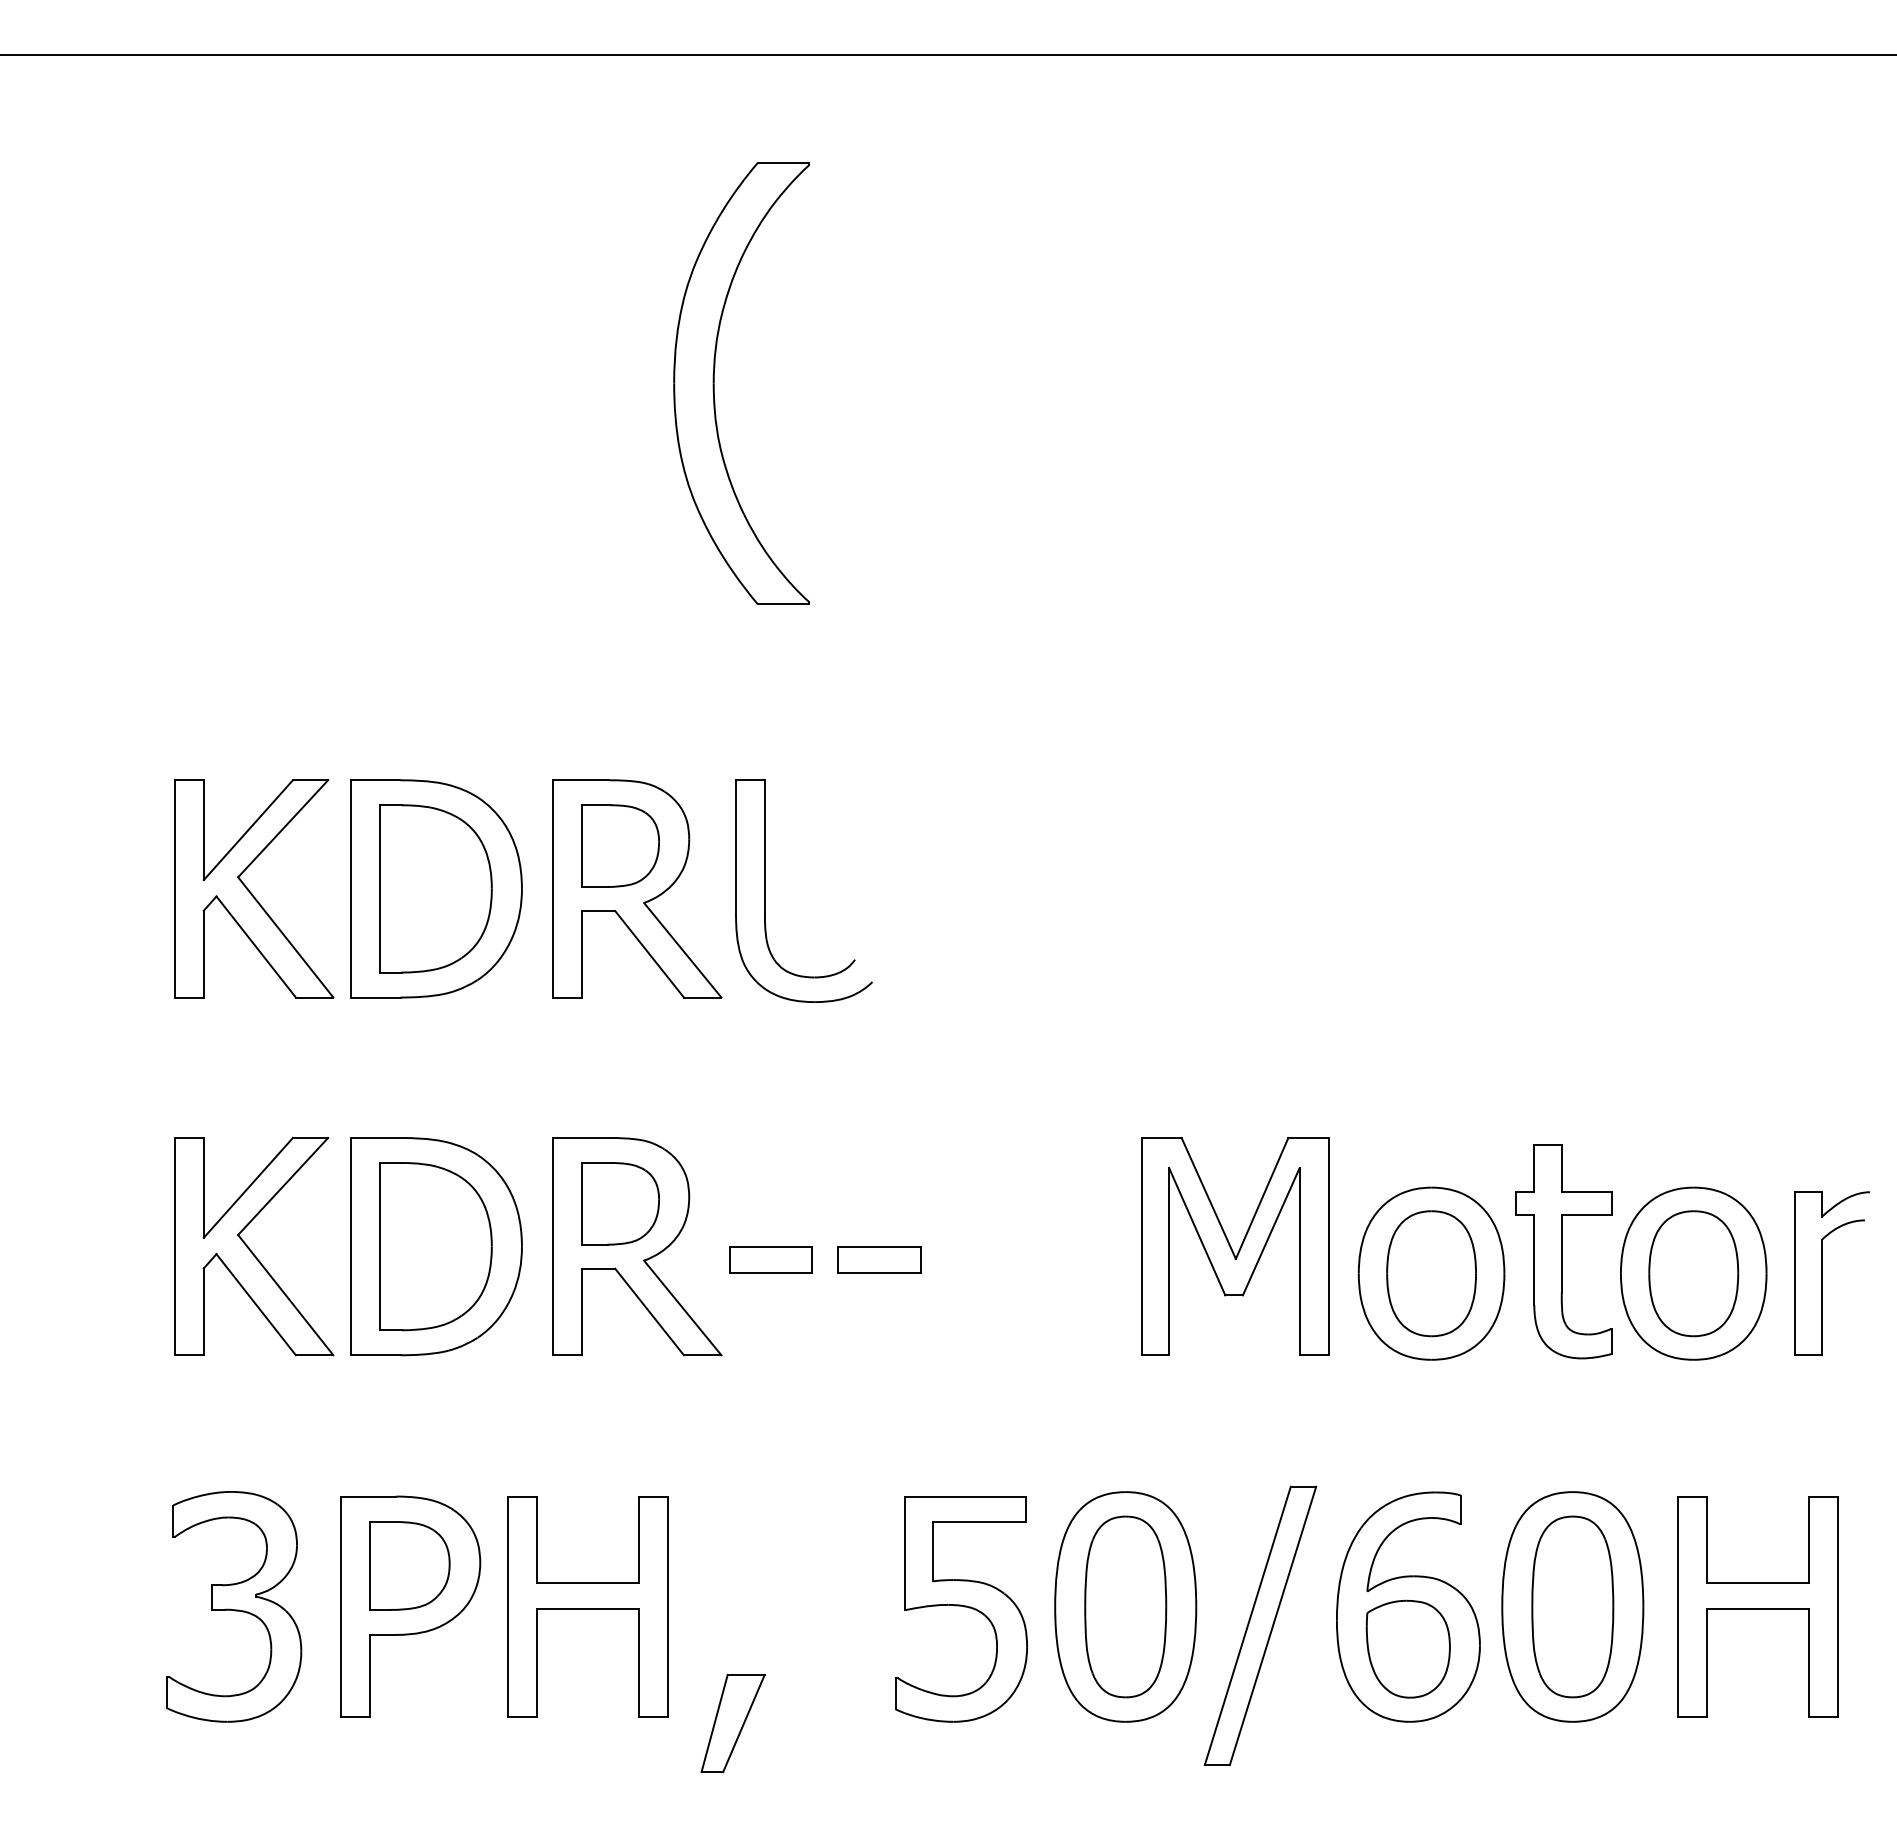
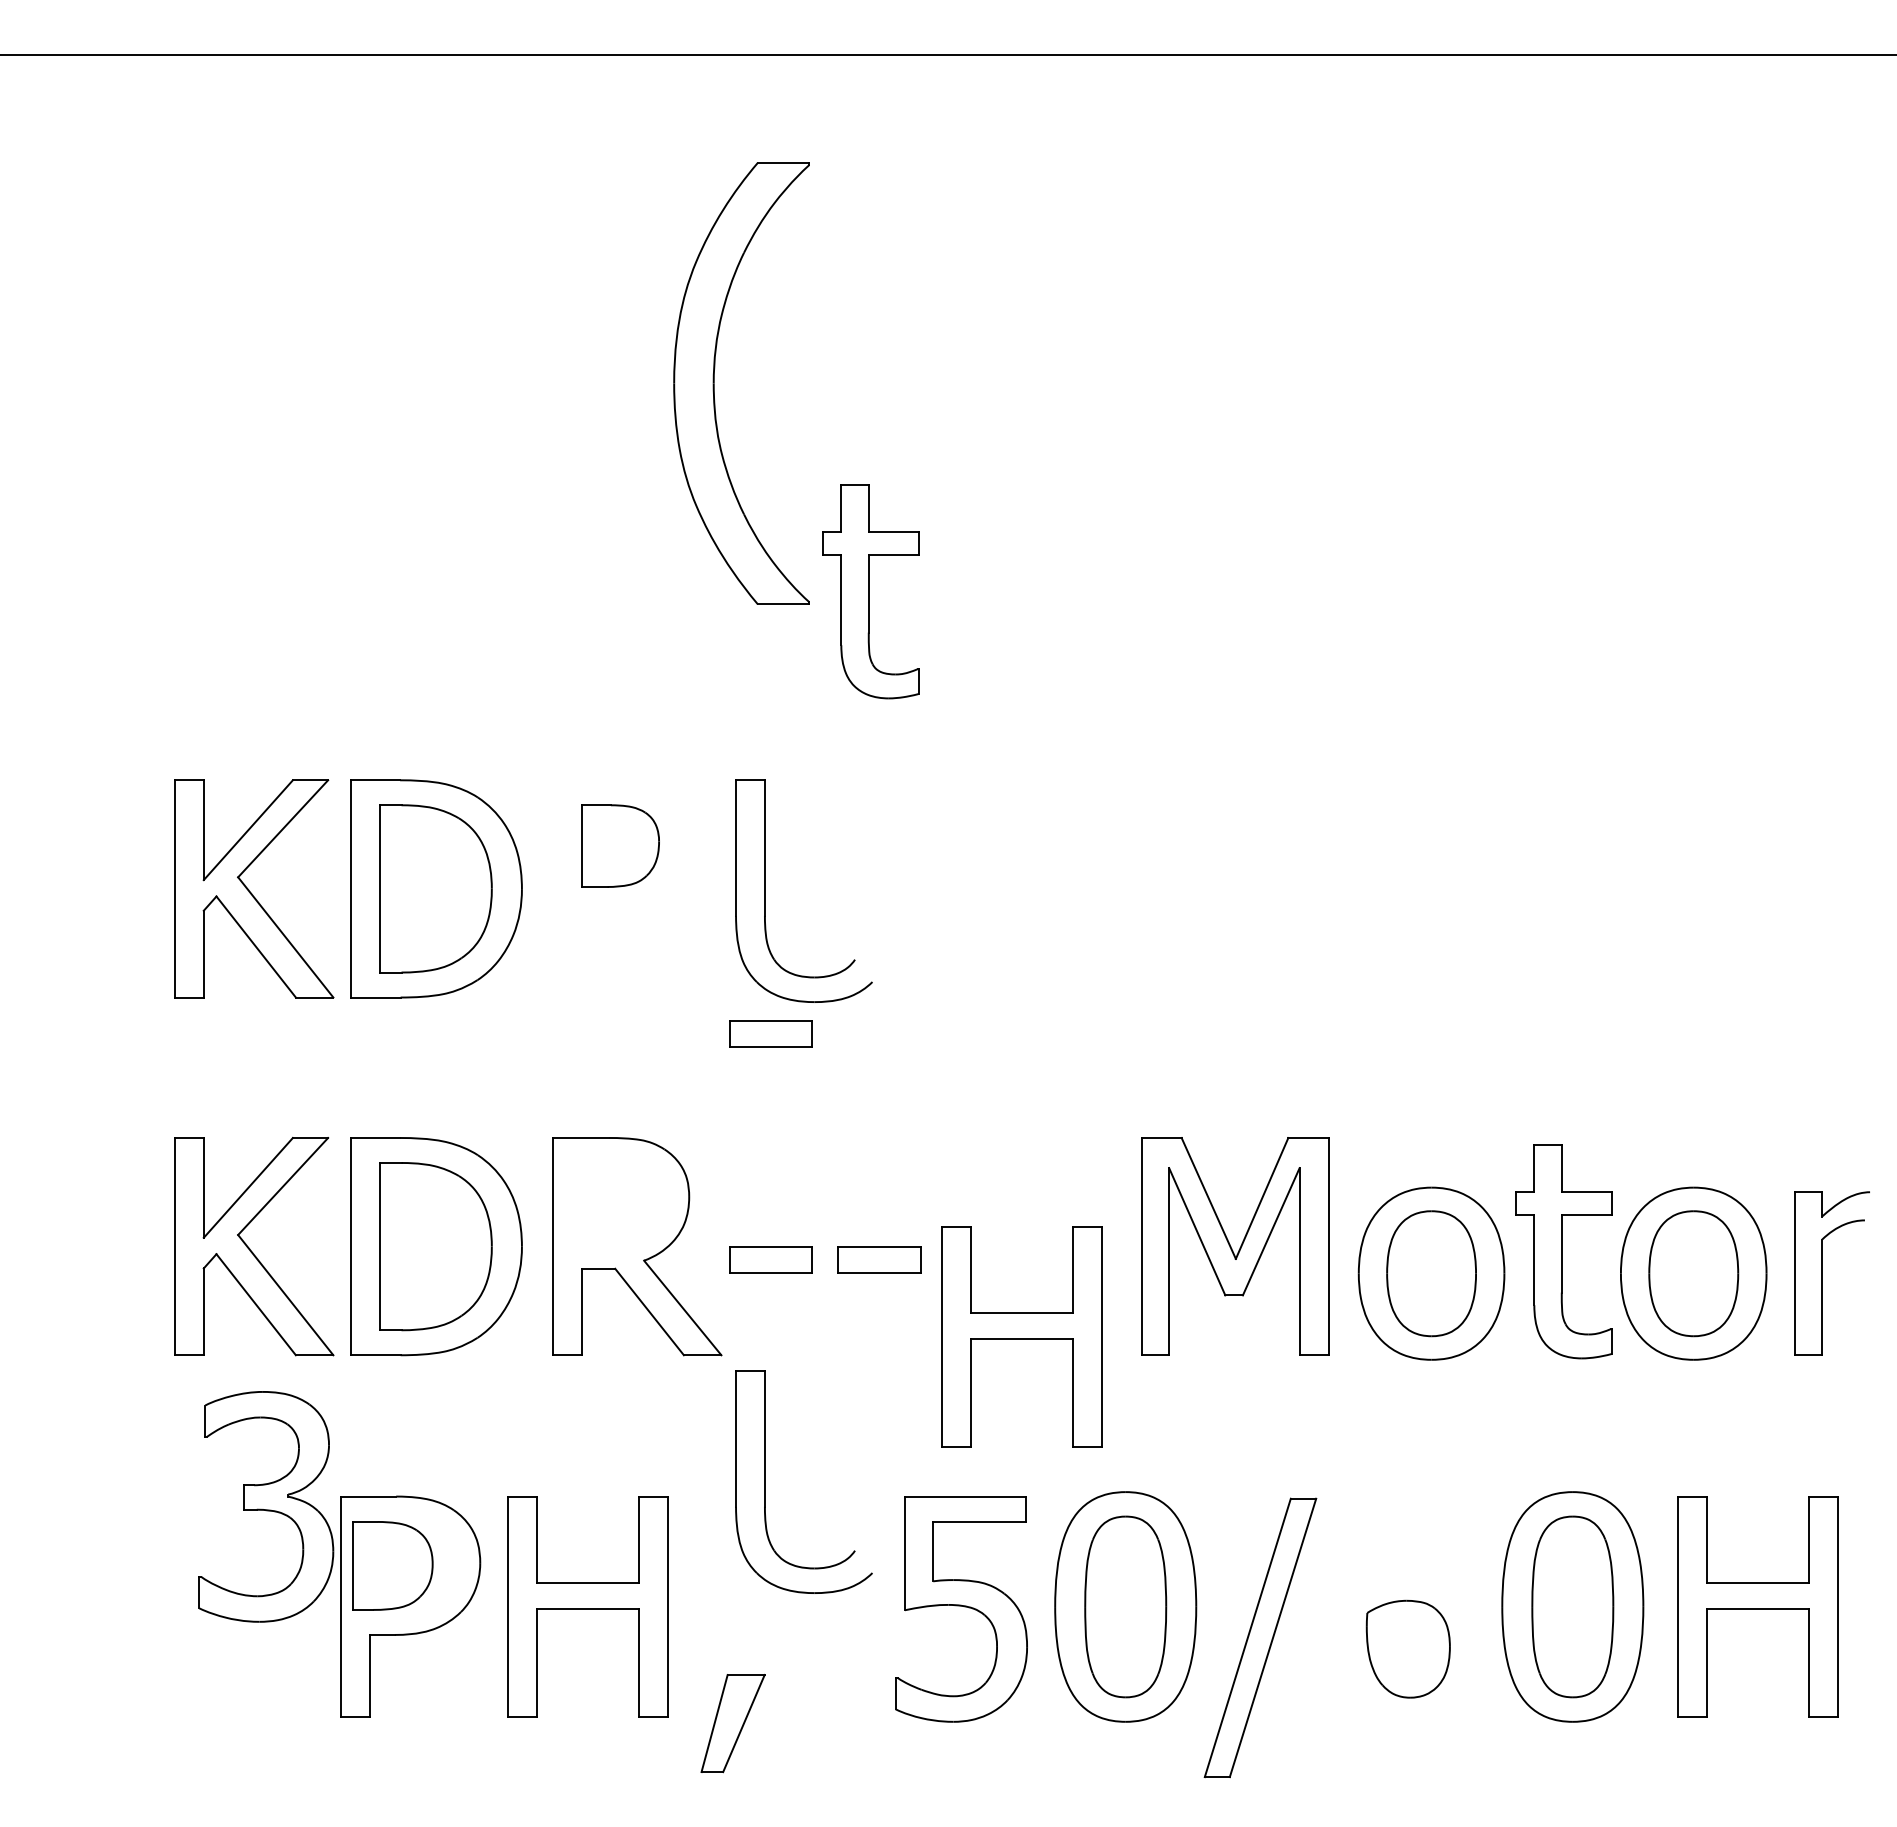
part at (870, 591): none -> present
part at (637, 888): present -> none
part at (770, 1033): none -> present
part at (620, 1203): present -> none
part at (1021, 1336): none -> present
part at (765, 1481): none -> present
part at (409, 1565) position: (409, 1565) -> (392, 1565)
part at (234, 1606) position: (234, 1606) -> (266, 1506)
part at (1408, 1606): present -> none
part at (1260, 1625) position: (1260, 1625) -> (1260, 1637)
